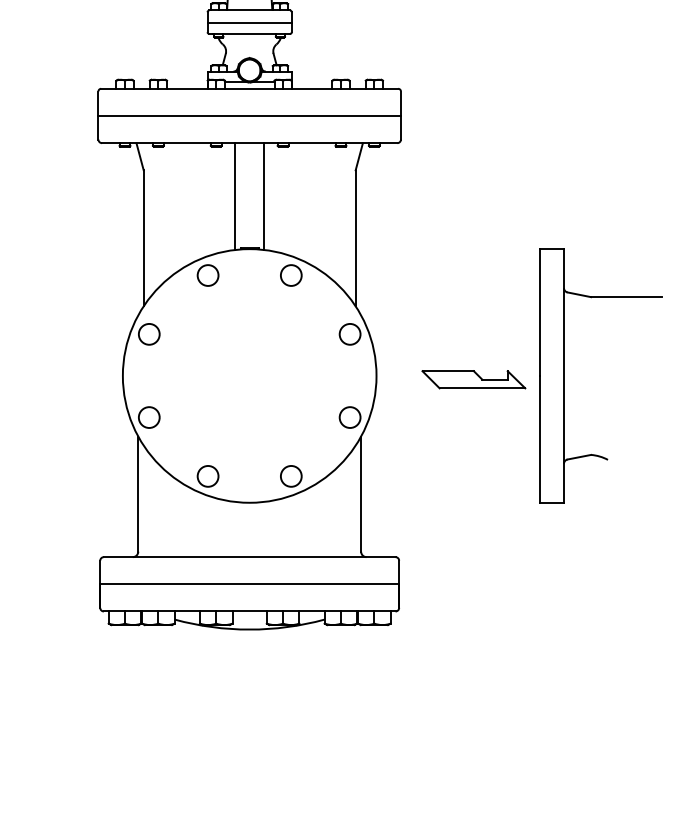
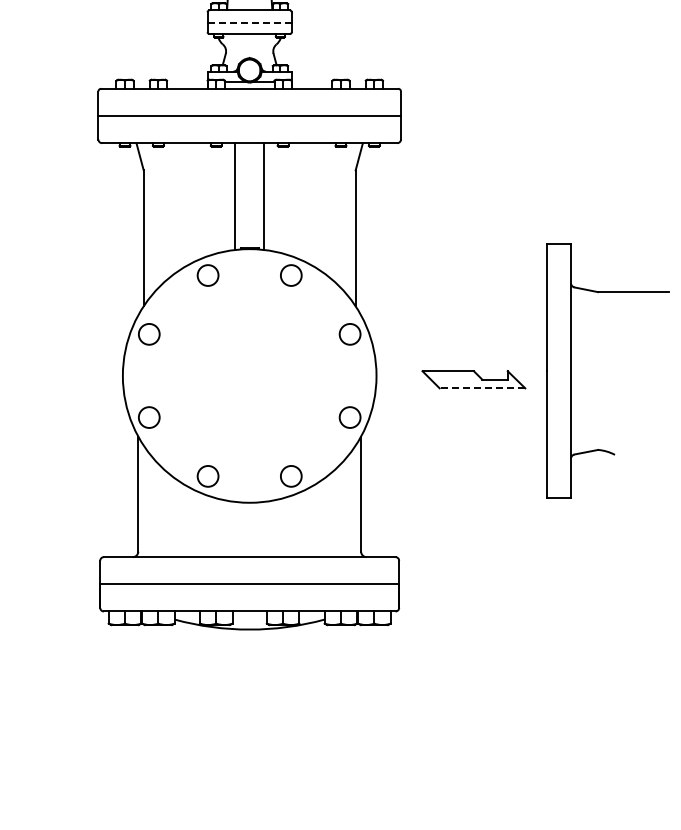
line at (249, 23): solid -> dashed
part at (564, 375) position: (564, 375) -> (571, 370)
line at (482, 388): solid -> dashed
